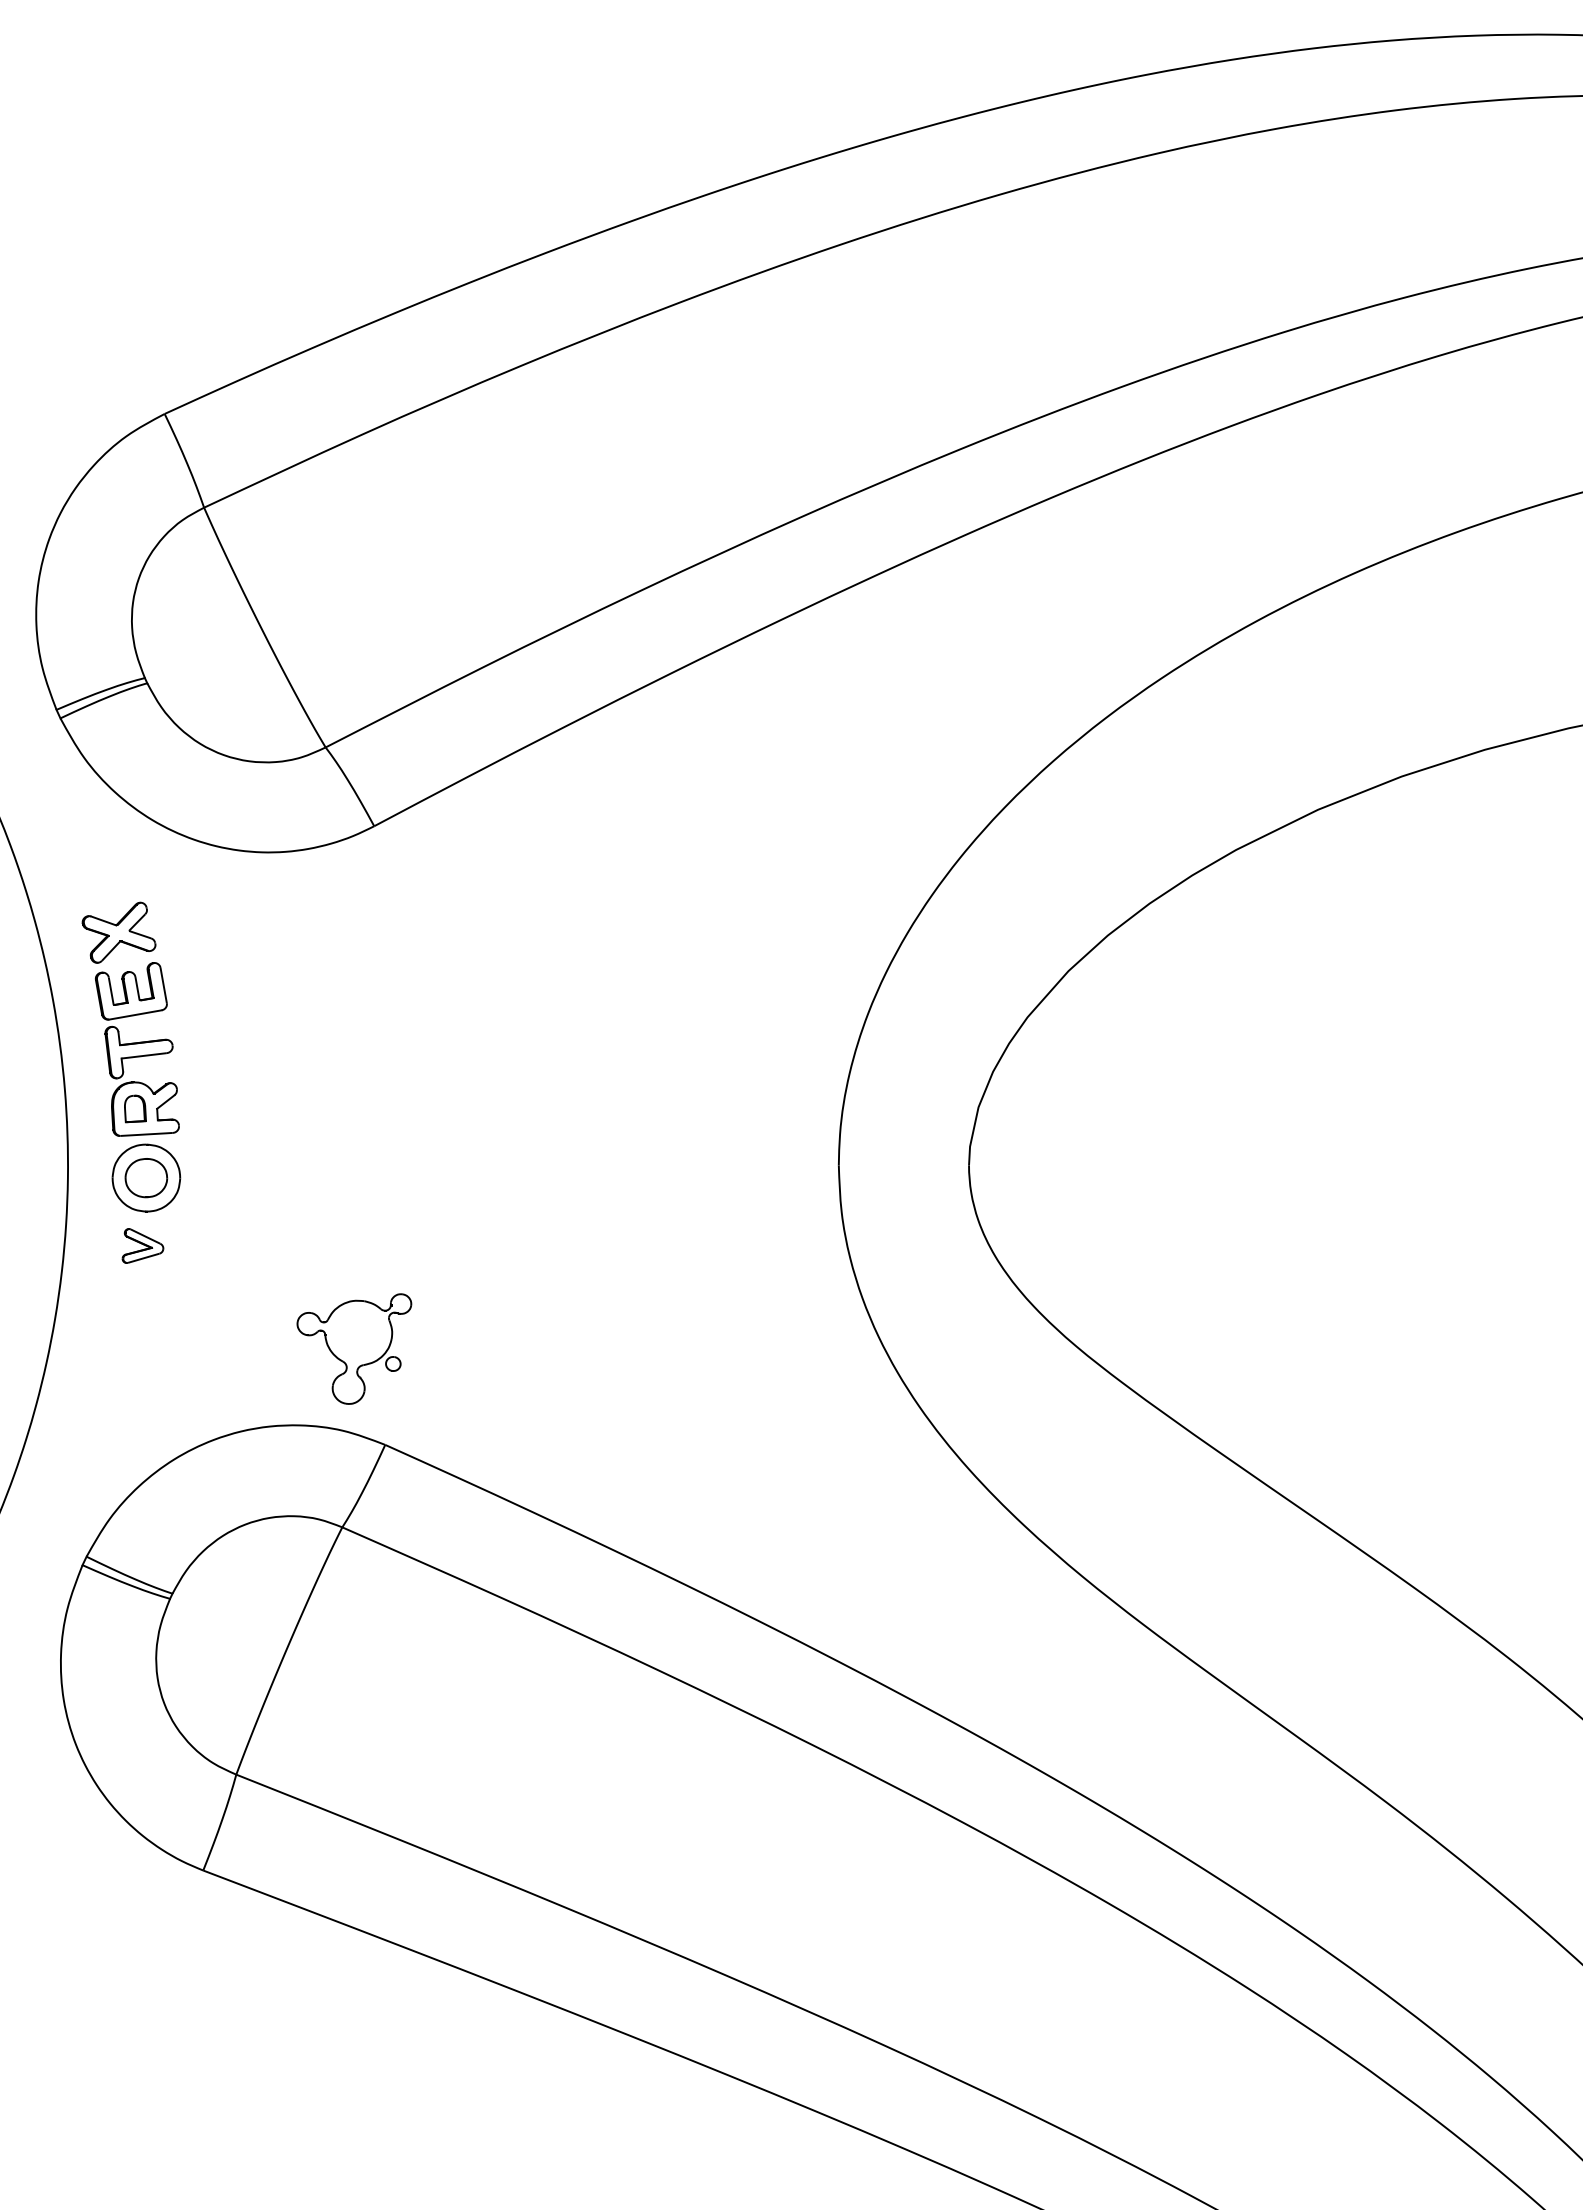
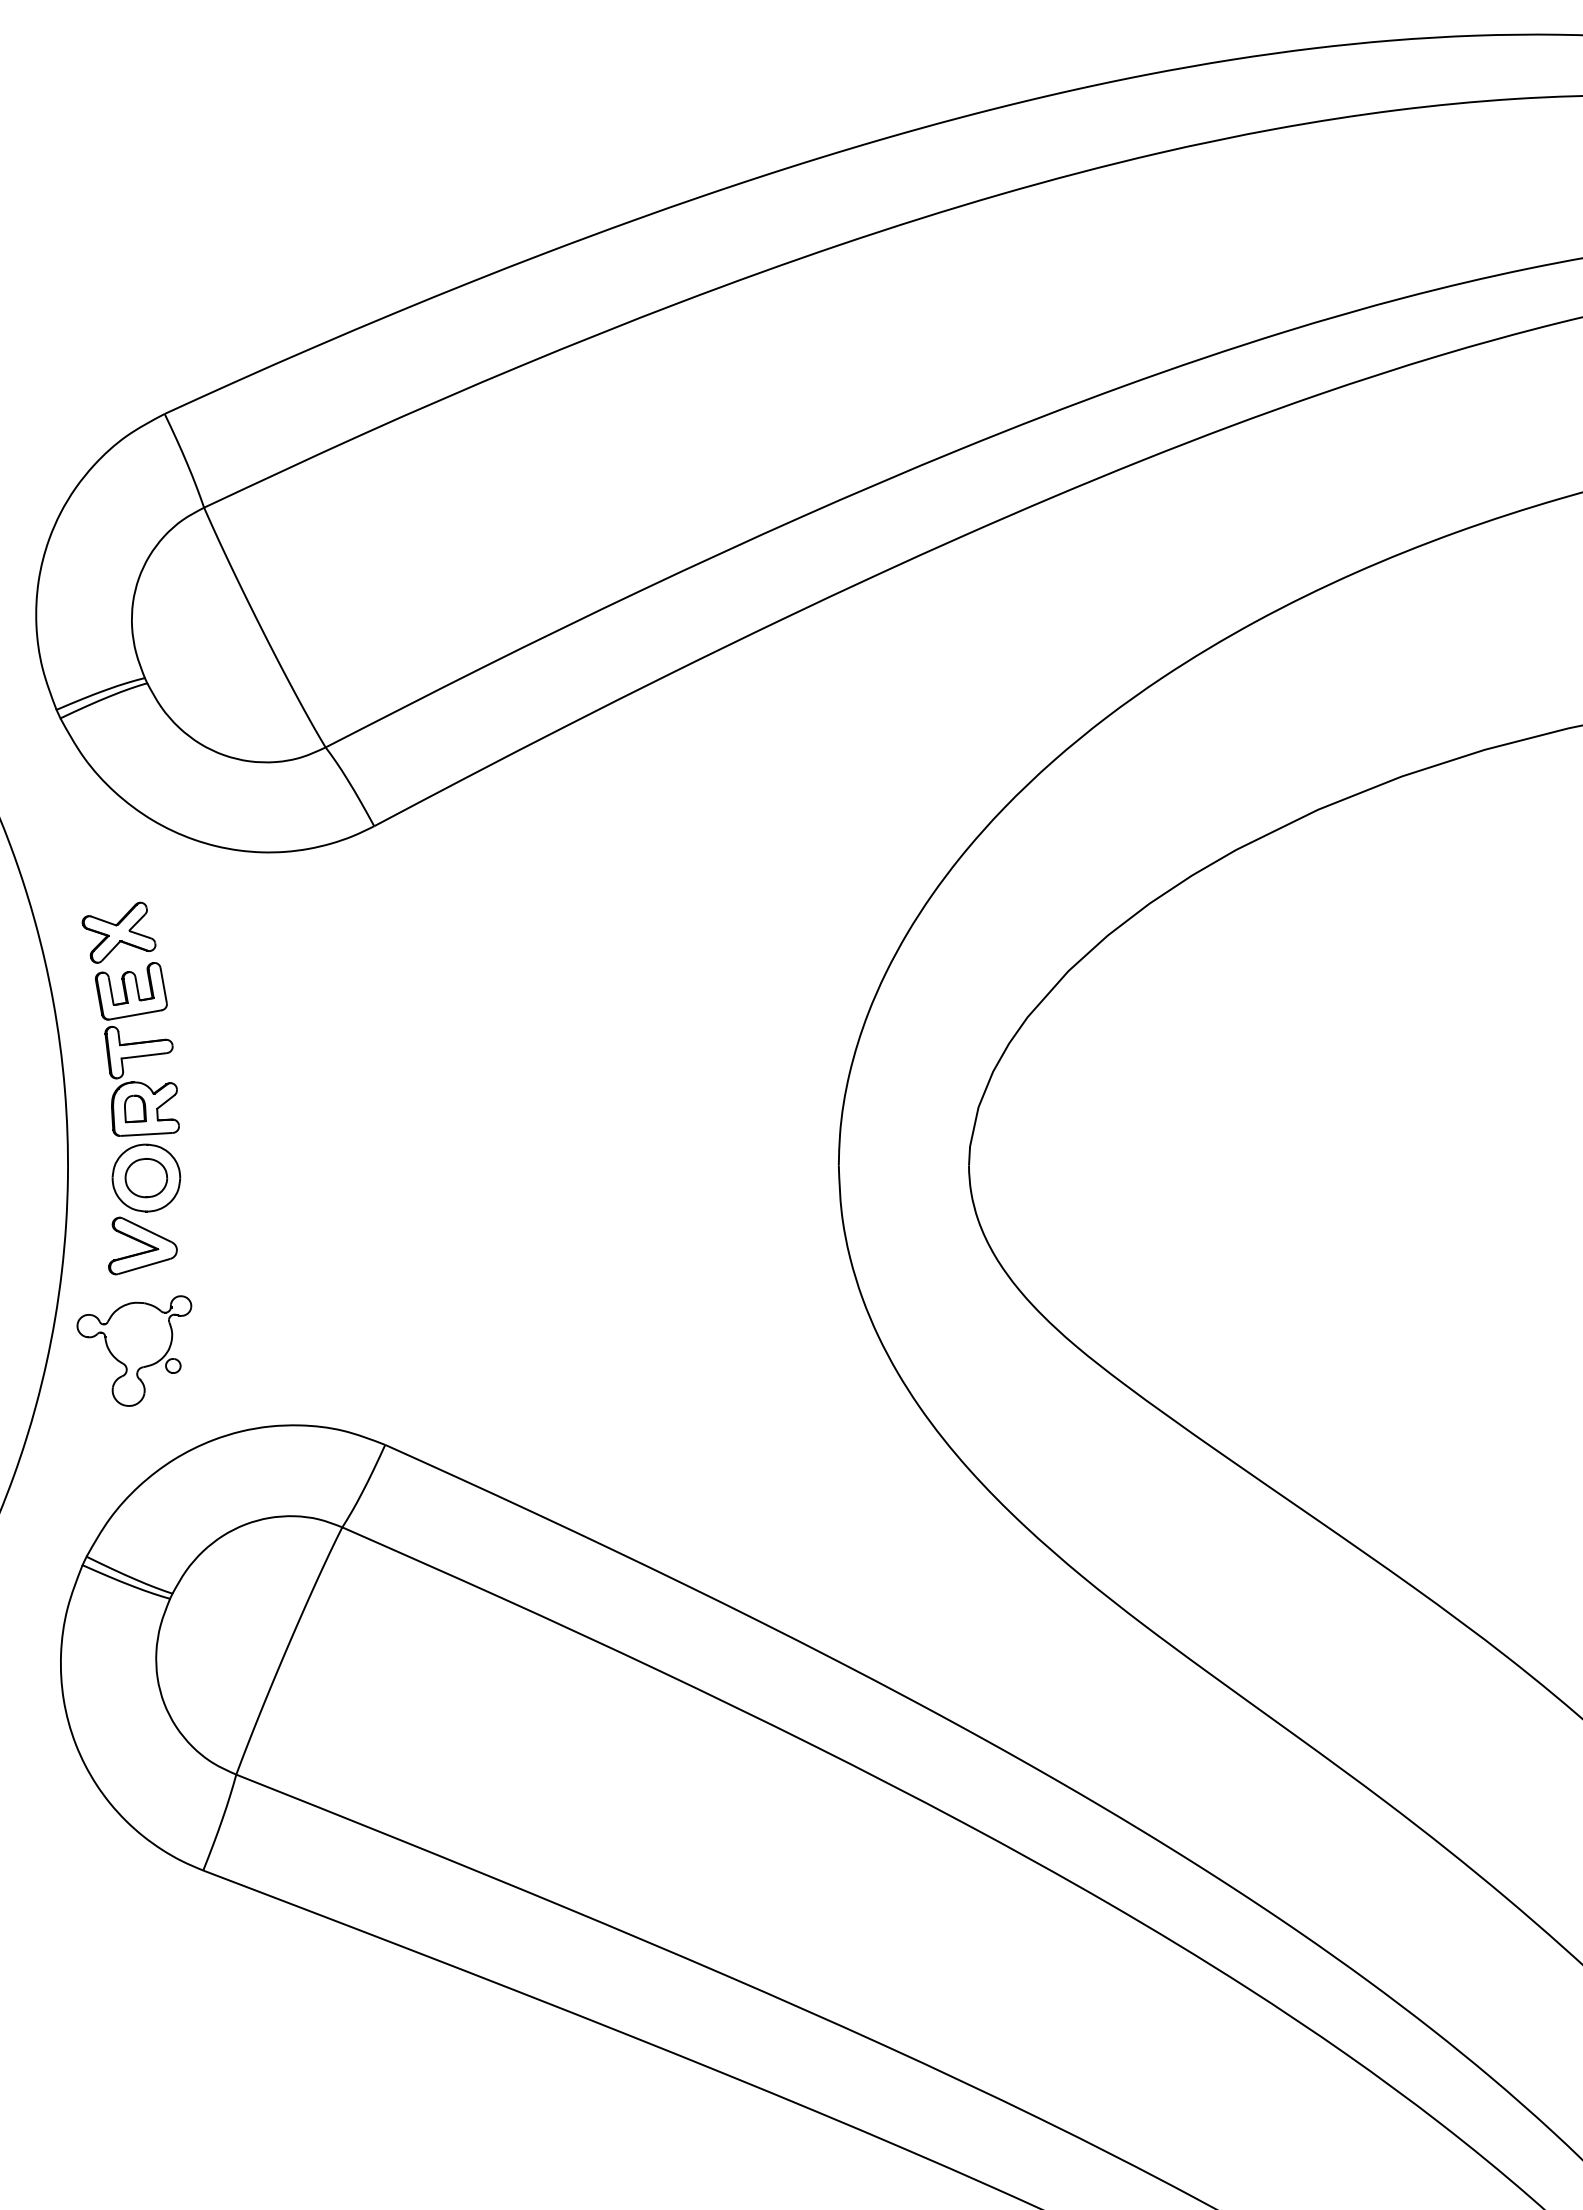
part at (142, 1245) size: 44x36 px -> 70x60 px
part at (354, 1348) position: (354, 1348) -> (134, 1350)
